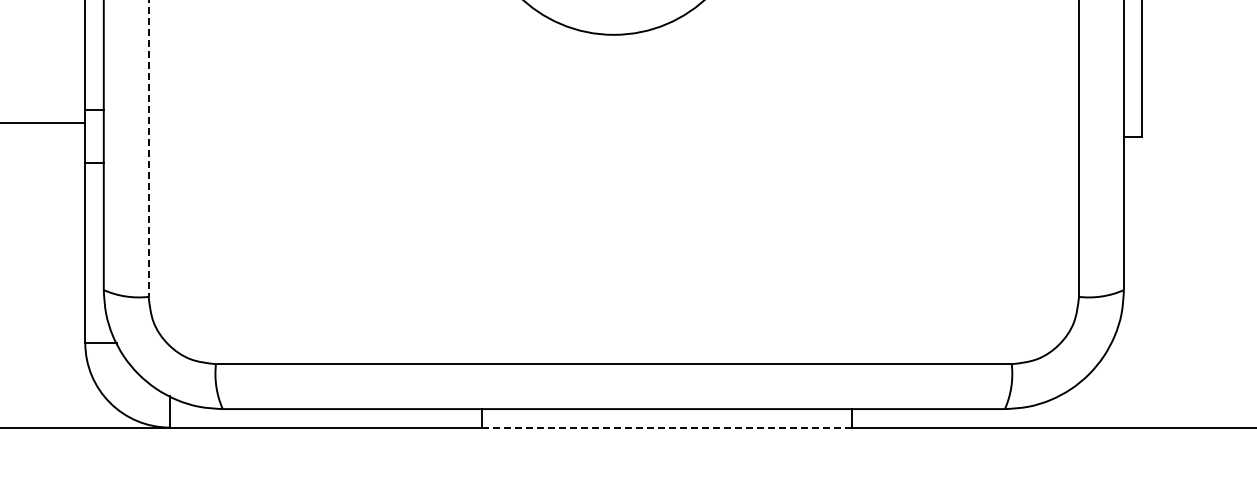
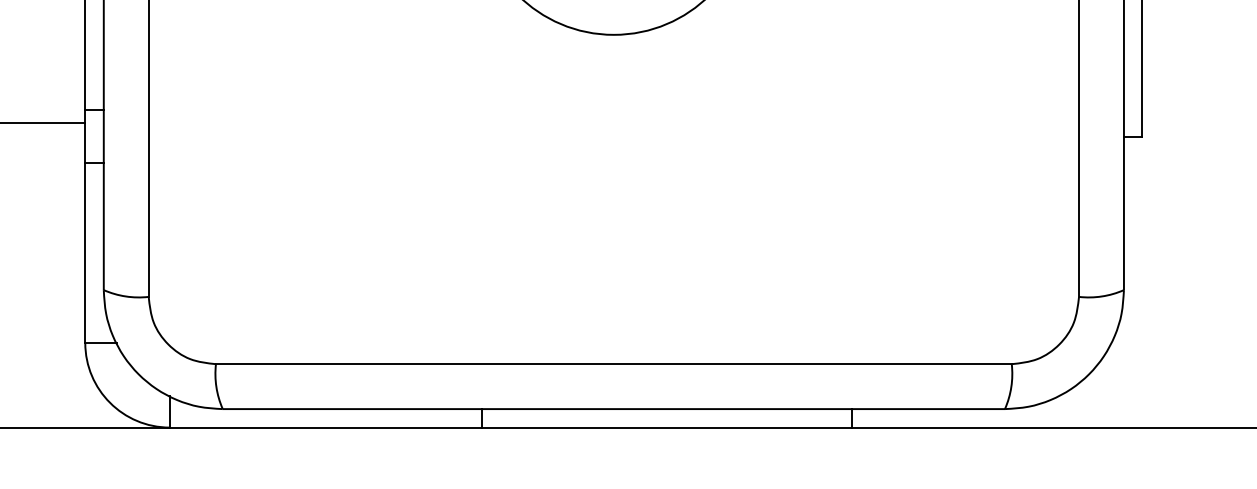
line at (148, 148): dashed -> solid
line at (666, 427): dashed -> solid
